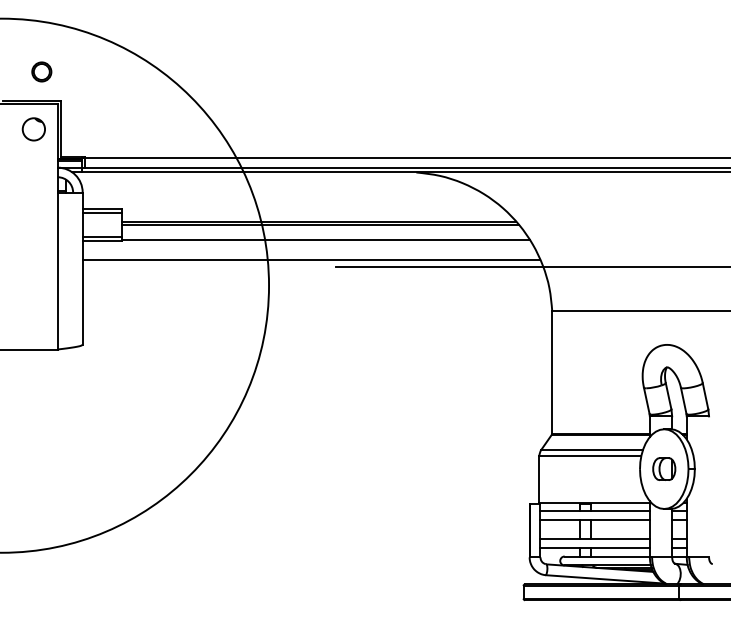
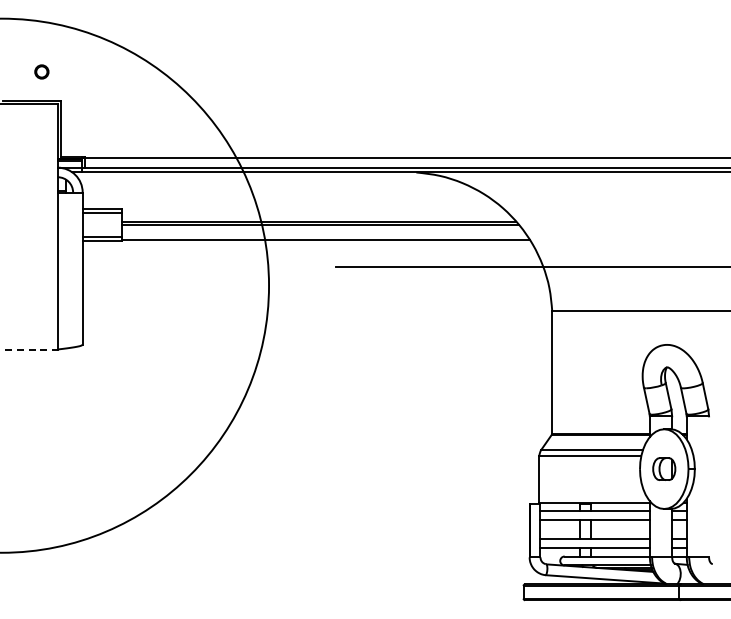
circle at (41, 71) size: 22x22 px -> 16x16 px
circle at (33, 129): present -> none
line at (311, 260): present -> none
line at (29, 349): solid -> dashed
